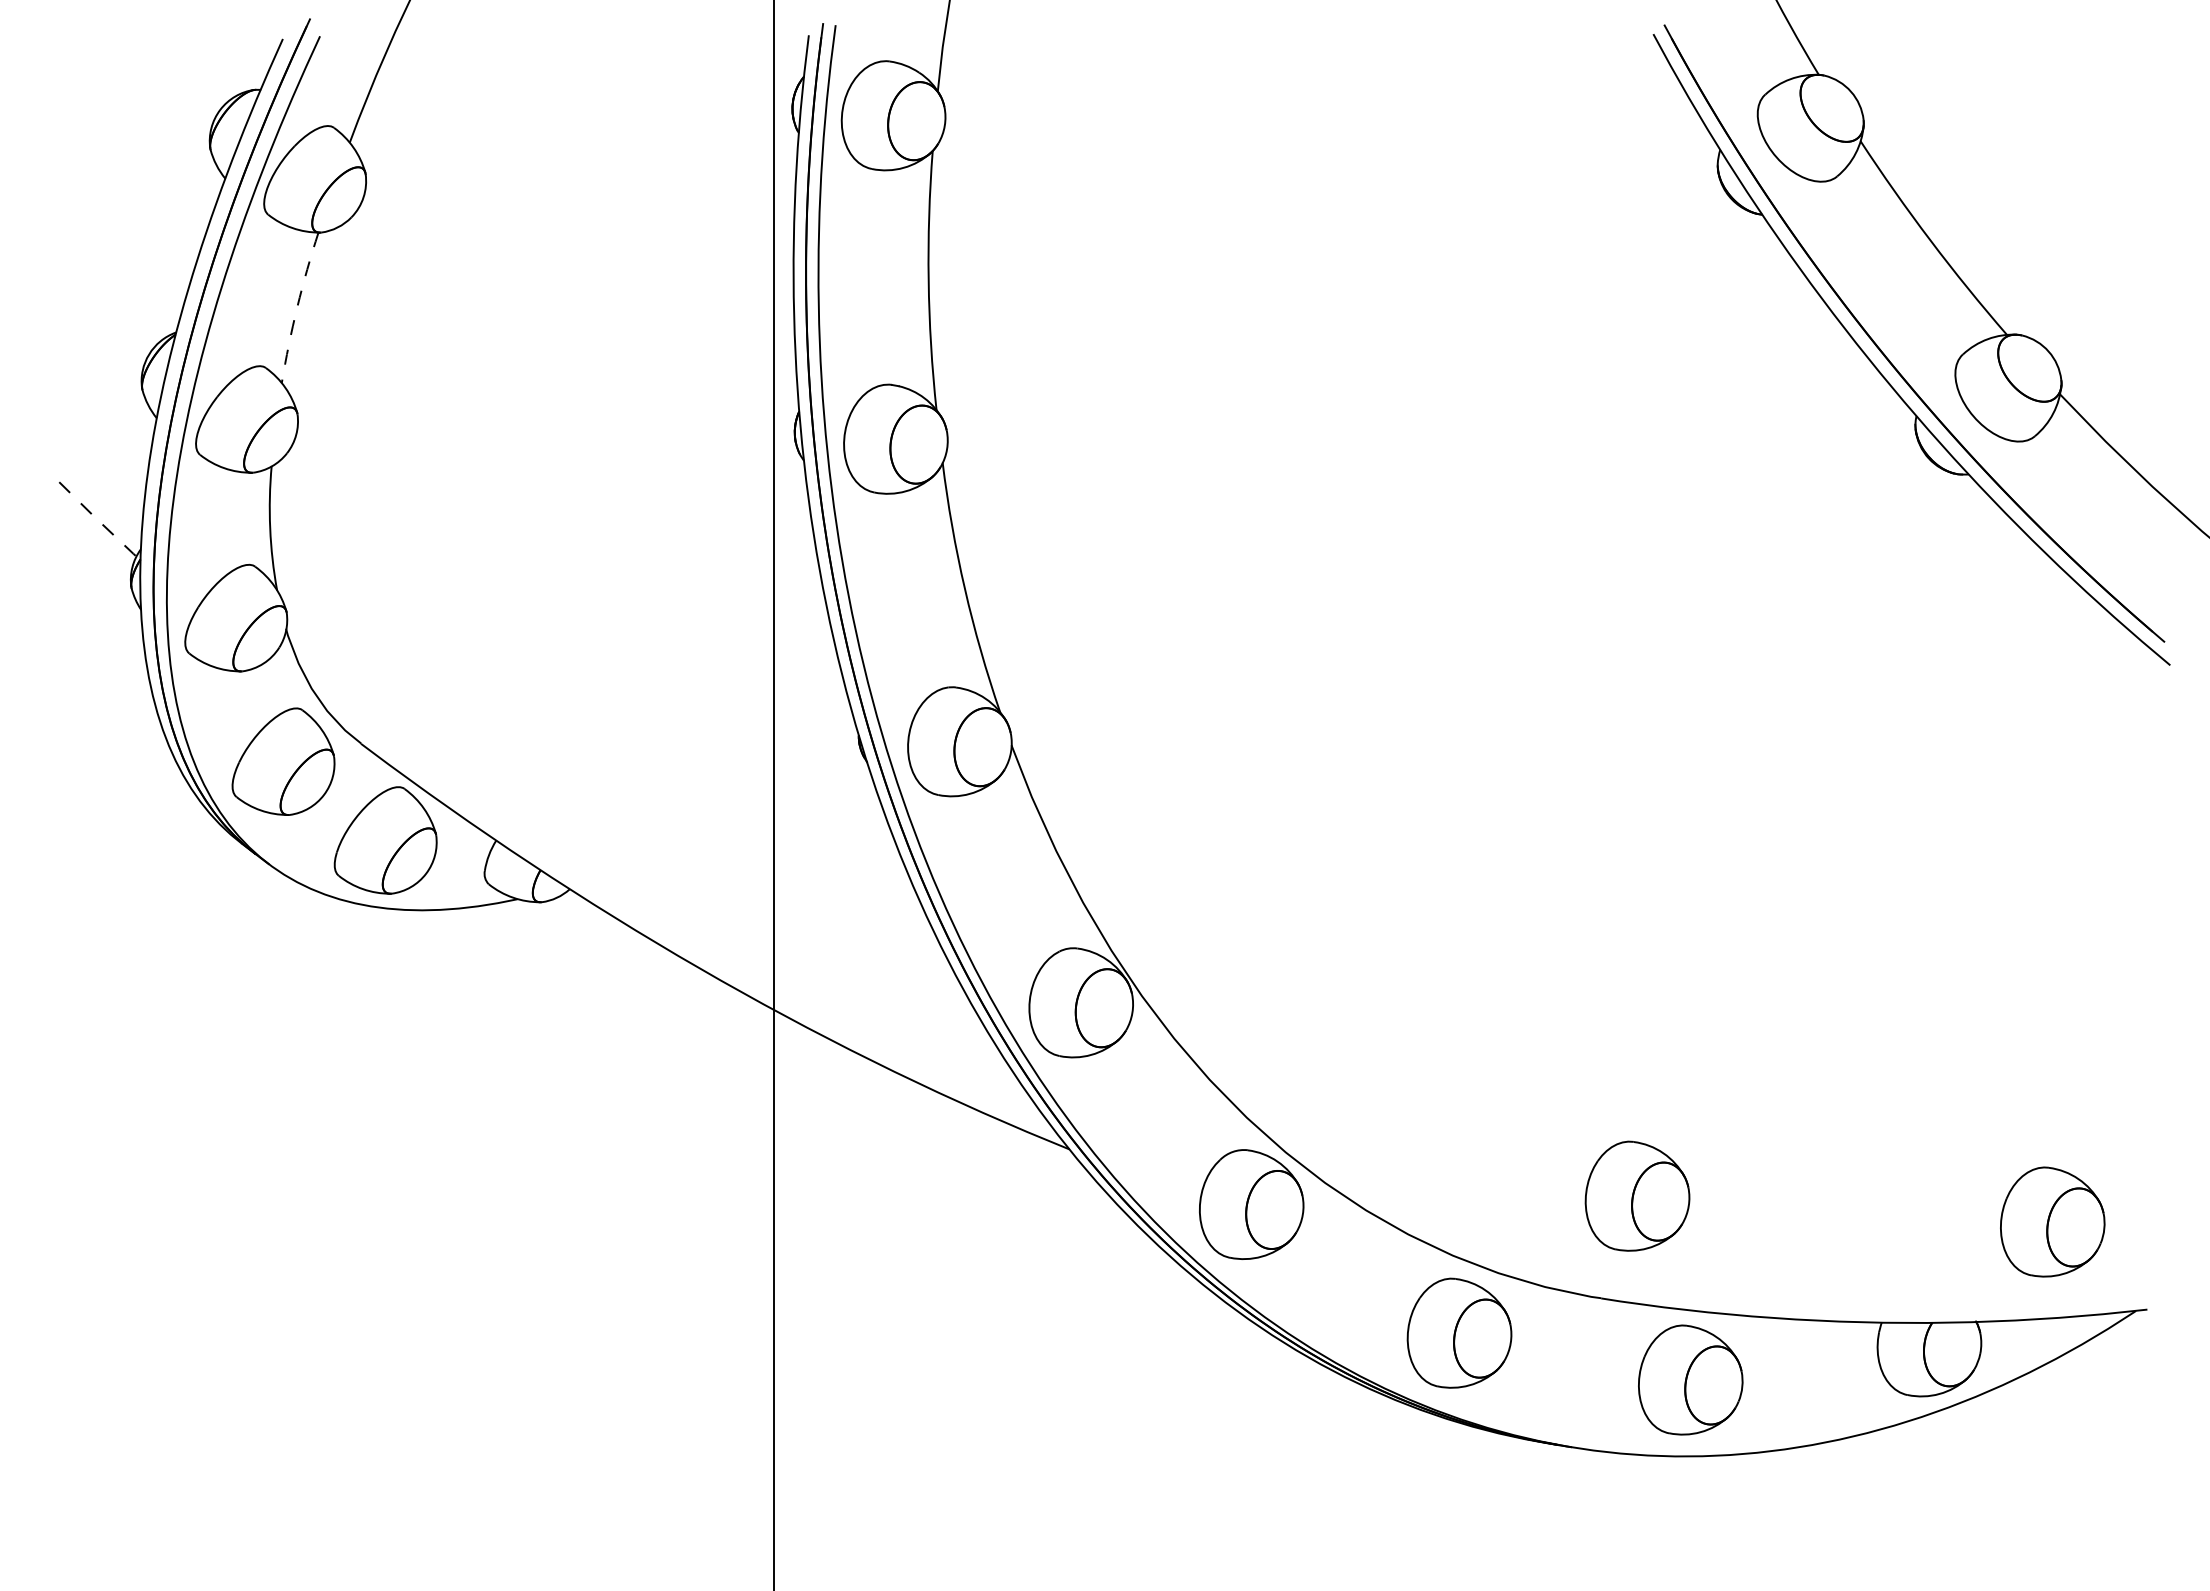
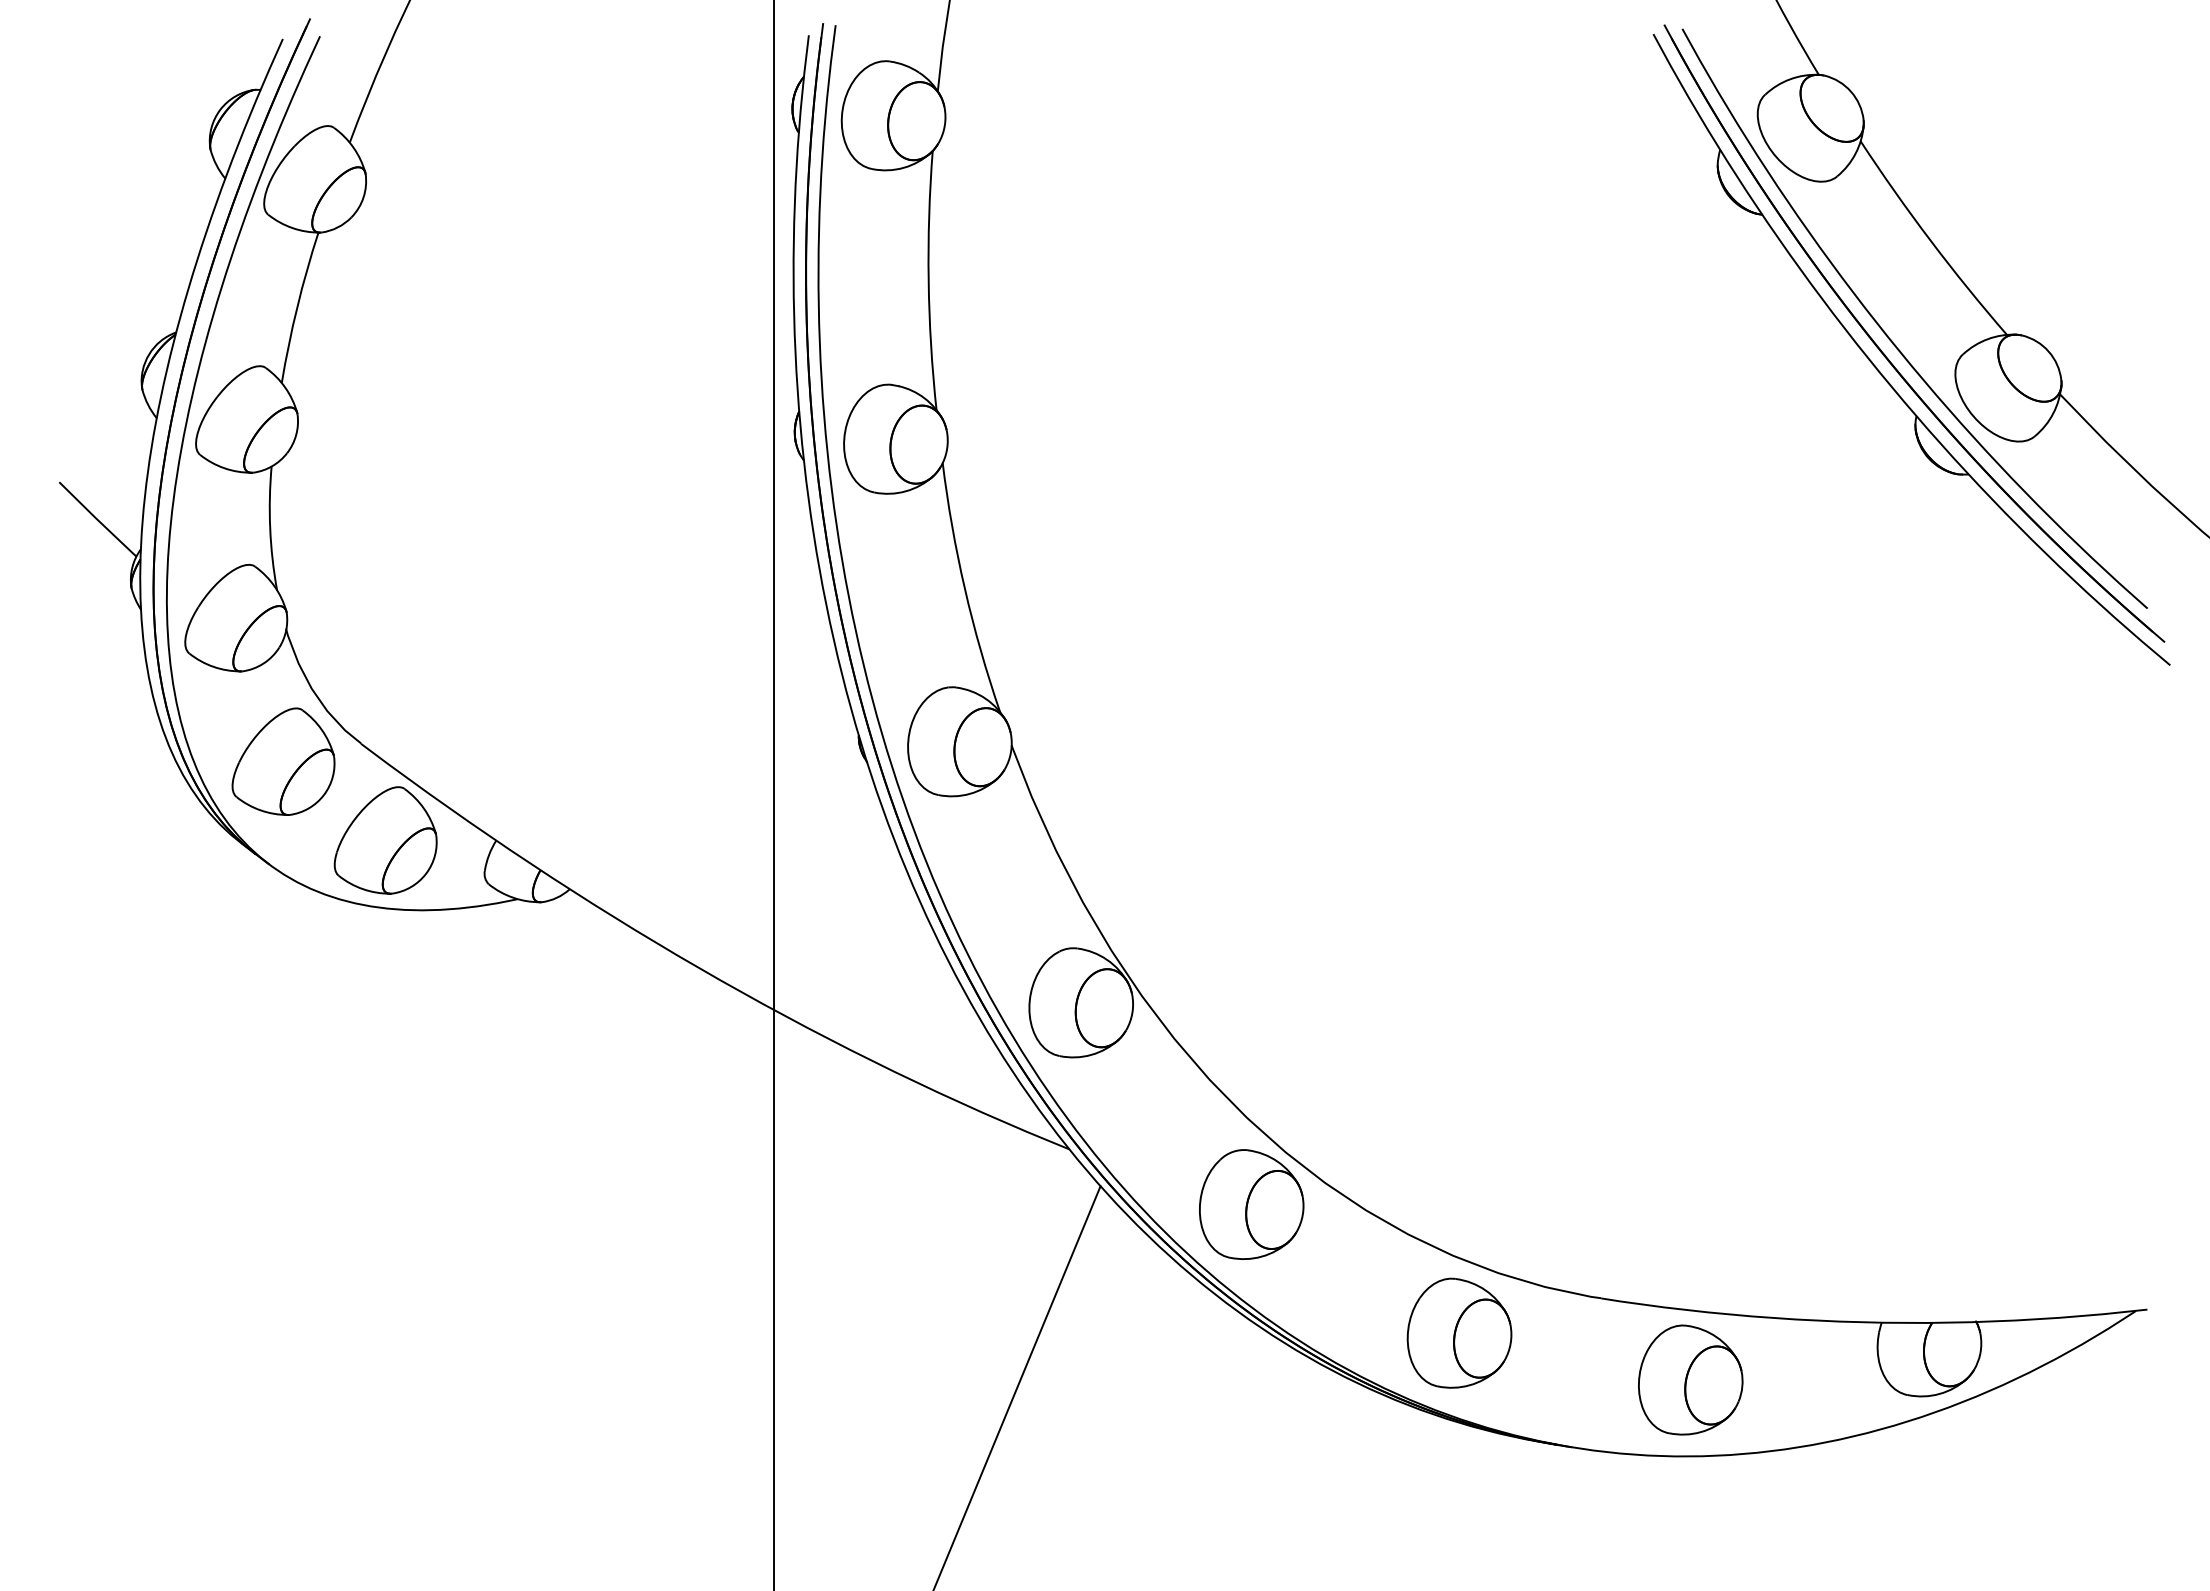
arc at (297, 307): dashed -> solid
curve at (1892, 340): none -> present
line at (98, 520): dashed -> solid
part at (1637, 1195): present -> none
part at (2052, 1221): present -> none
line at (1017, 1386): none -> present
